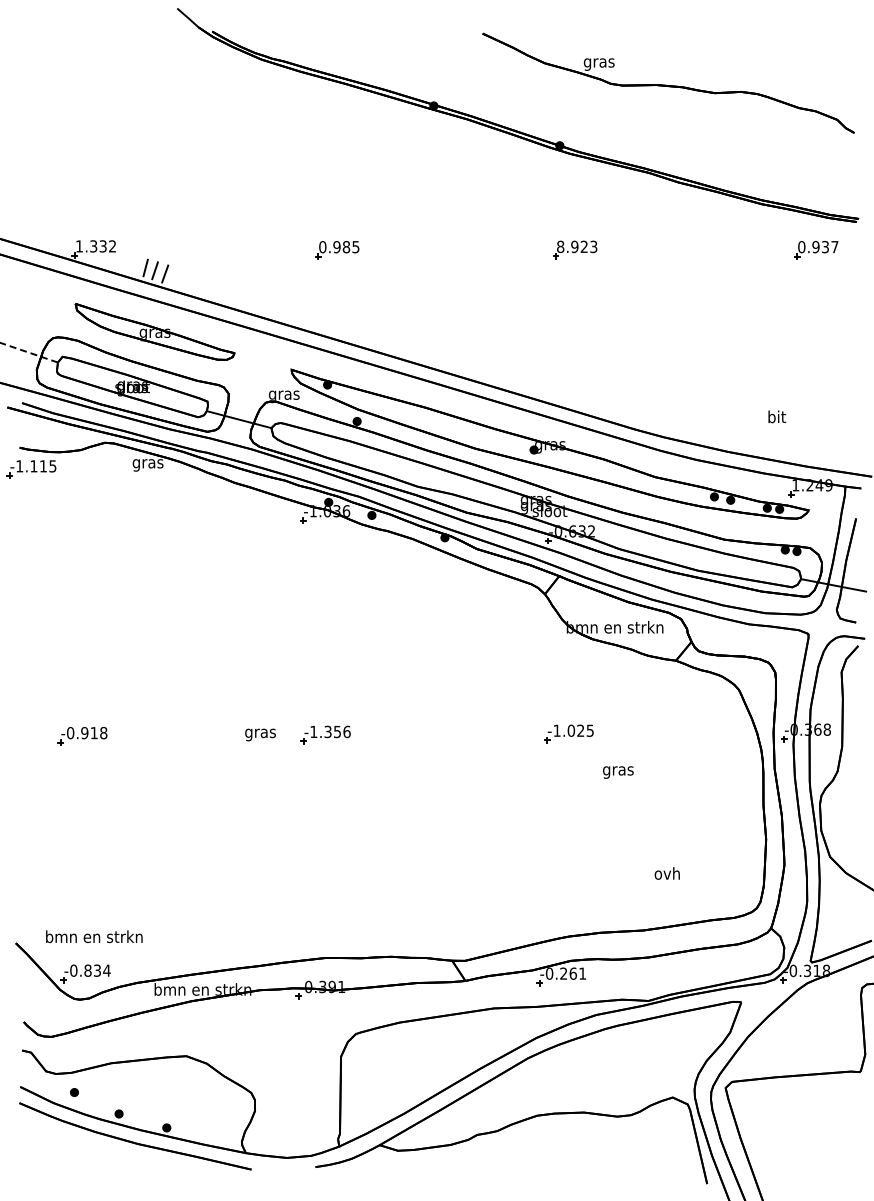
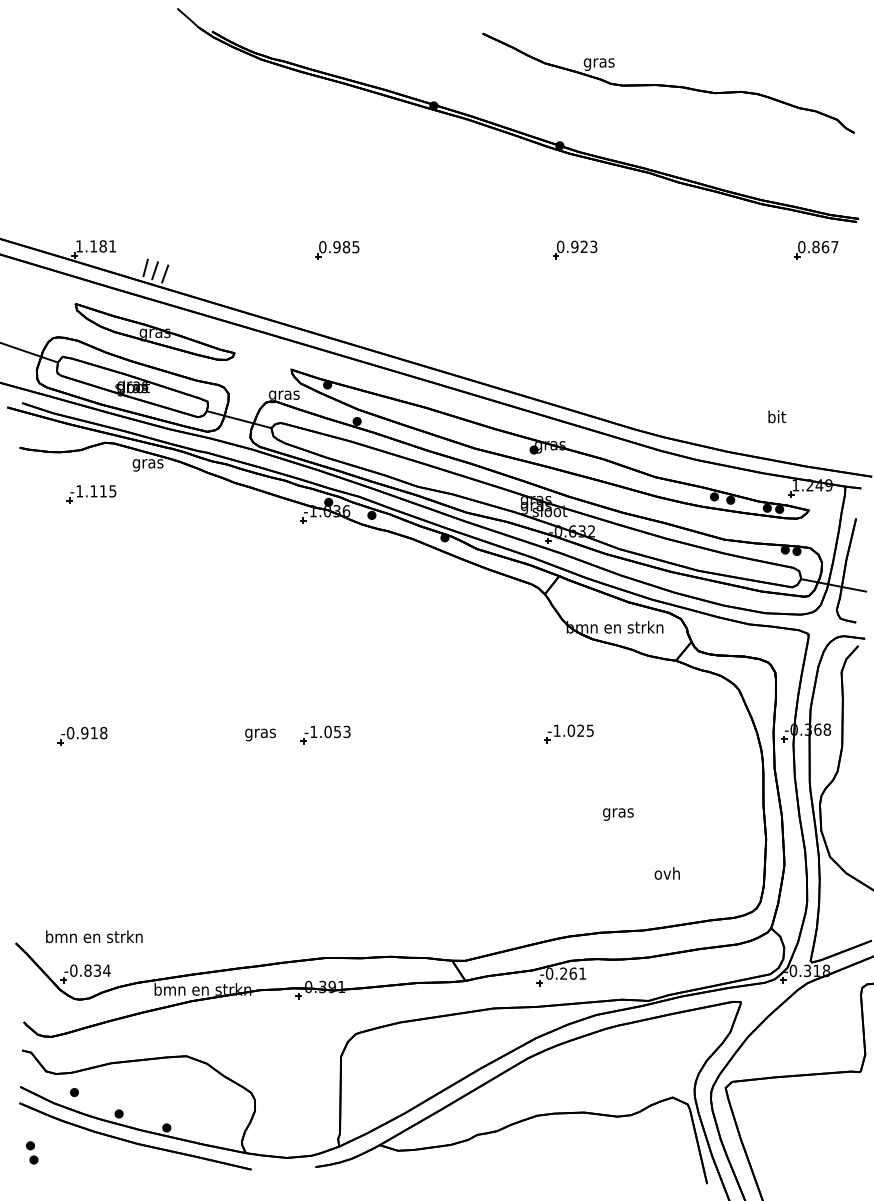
text at (102, 246): 1.332 -> 1.181
text at (560, 246): 8.923 -> 0.923
text at (820, 246): 0.937 -> 0.867
line at (28, 352): dashed -> solid
part at (31, 469) position: (31, 469) -> (91, 494)
text at (337, 731): -1.356 -> -1.053
text at (618, 772) position: (618, 772) -> (618, 814)
part at (32, 1152): none -> present
